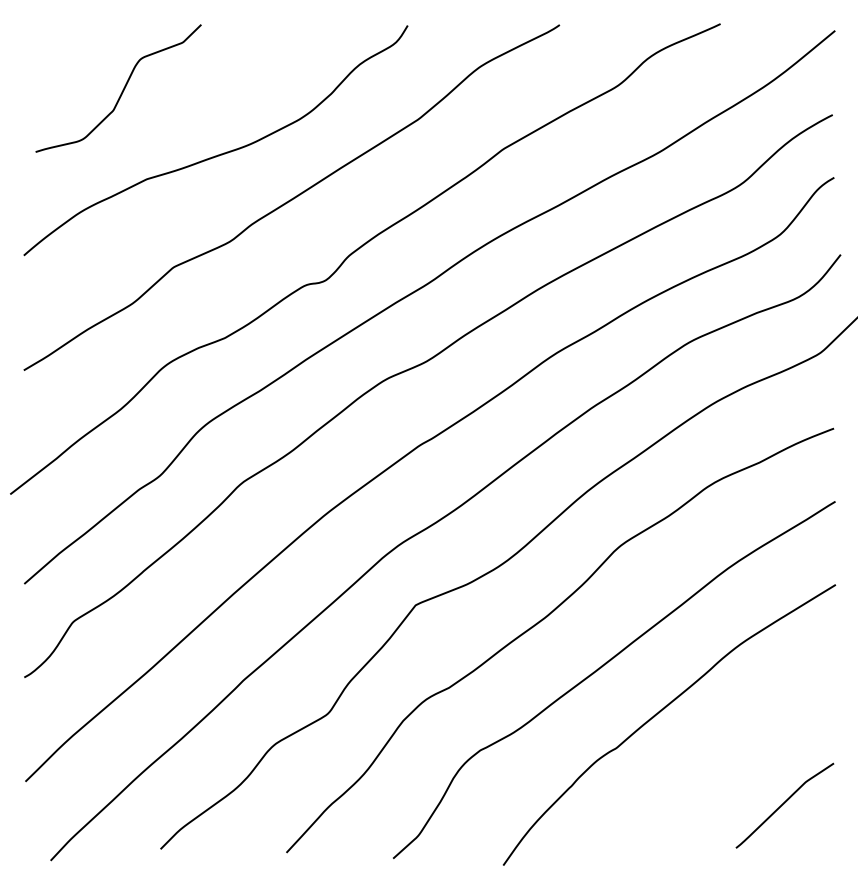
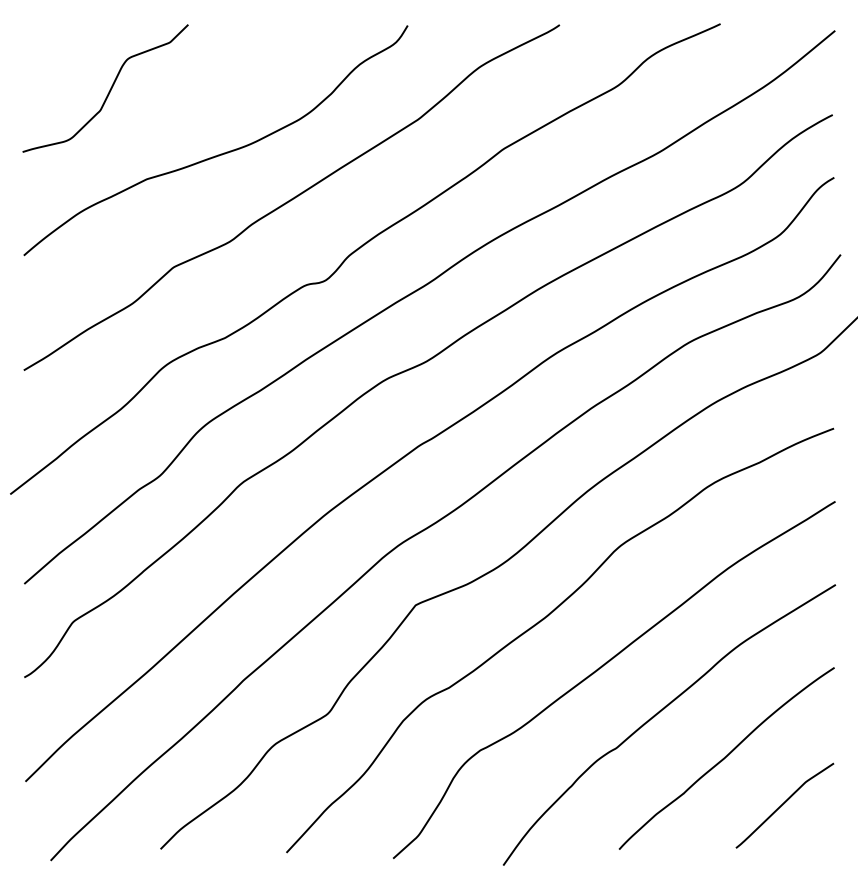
curve at (122, 89) position: (122, 89) -> (109, 89)
curve at (726, 757): none -> present
